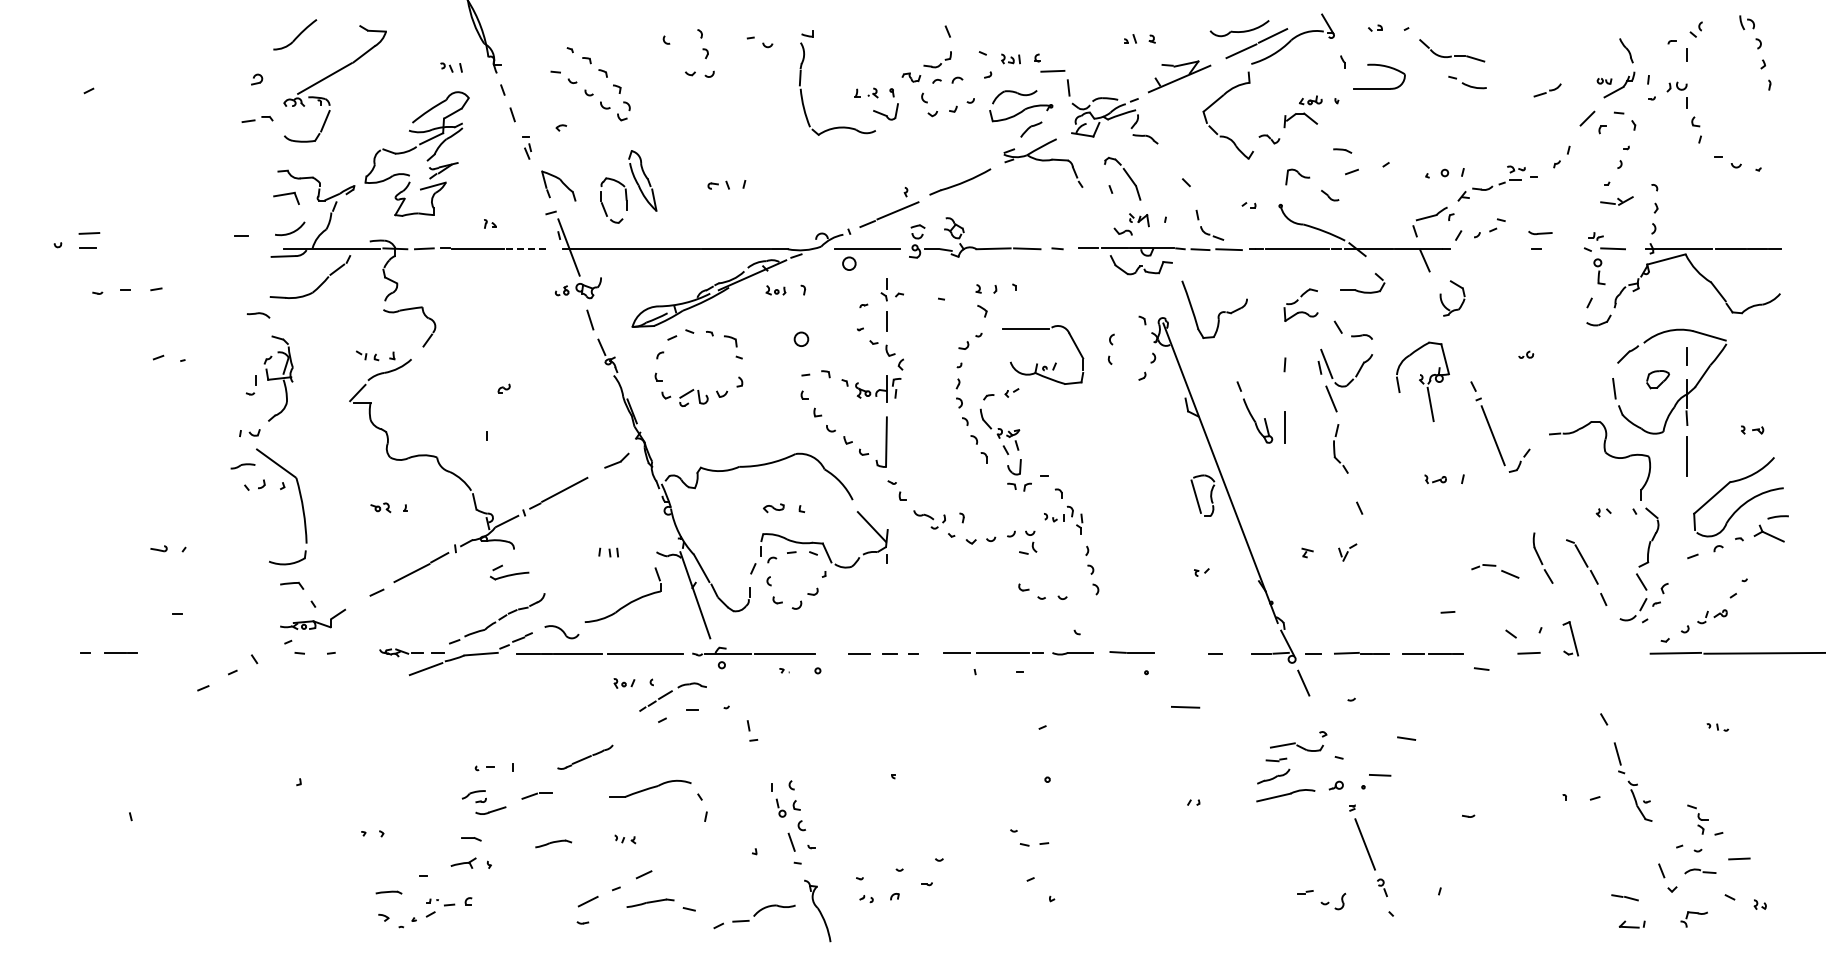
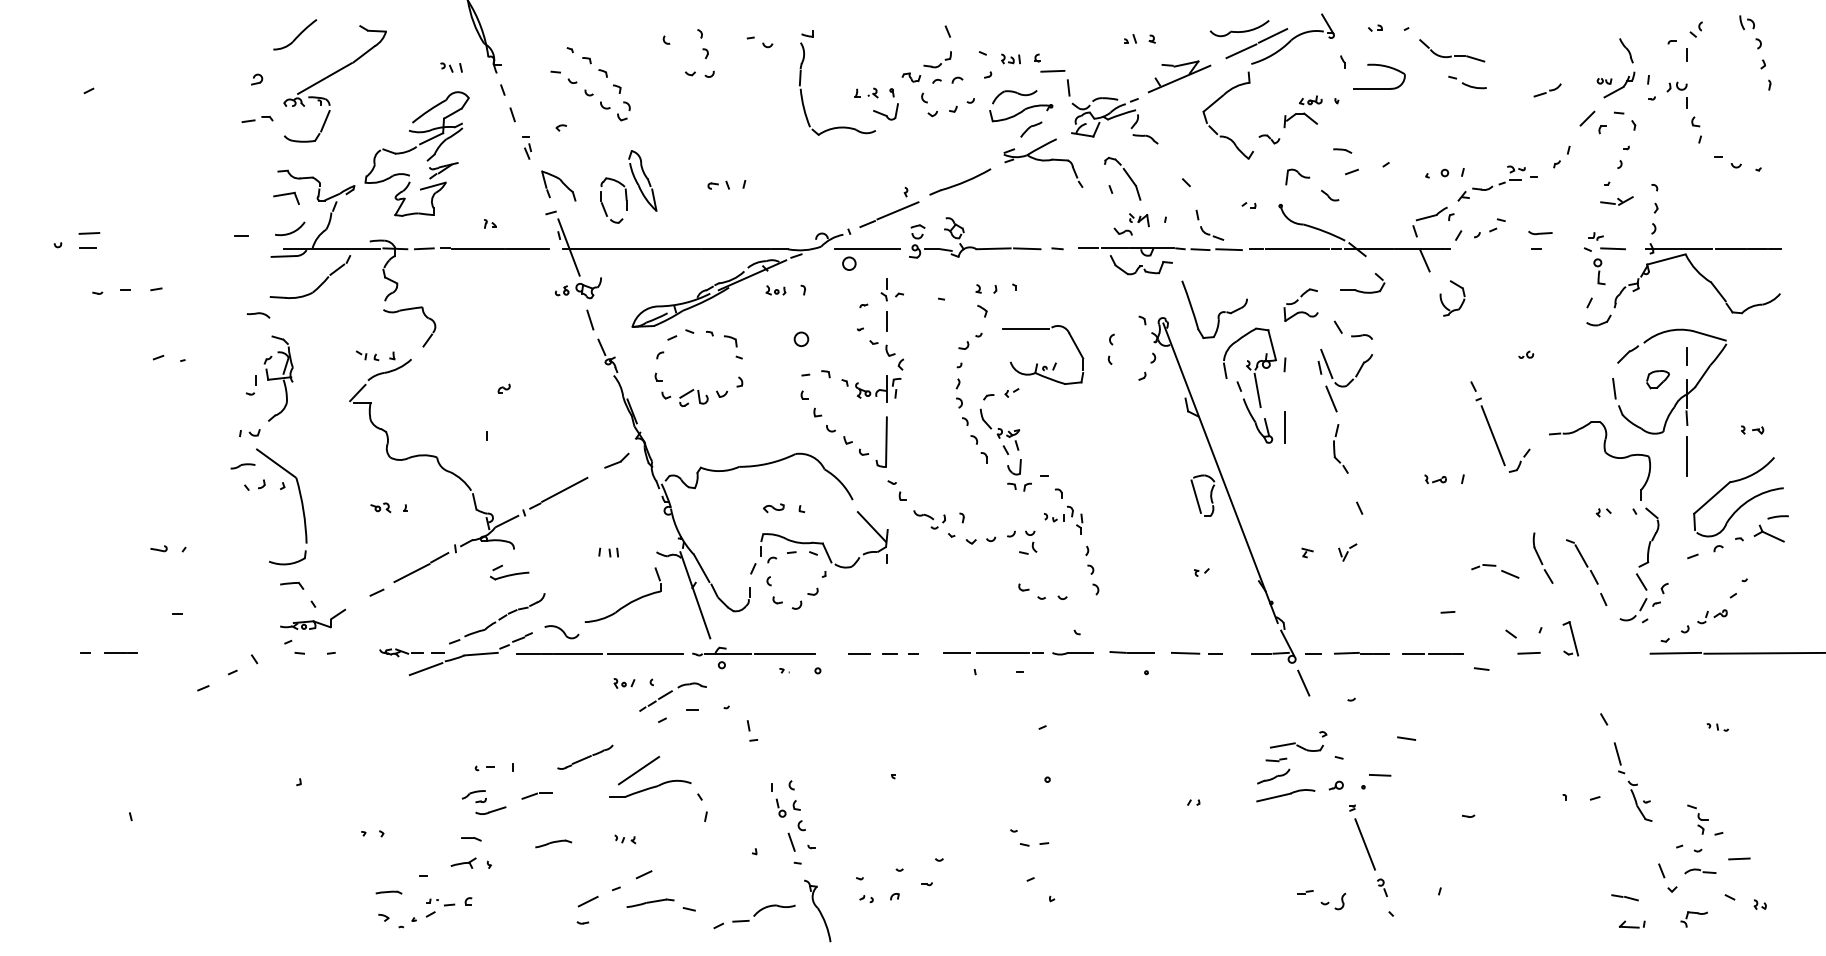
line at (528, 249): dashed -> solid
part at (1422, 381) position: (1422, 381) -> (1249, 367)
line at (1185, 707) position: (1185, 707) -> (1185, 653)
line at (638, 770): none -> present
